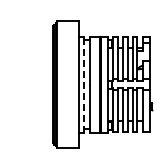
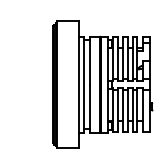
line at (84, 84): dashed -> solid
